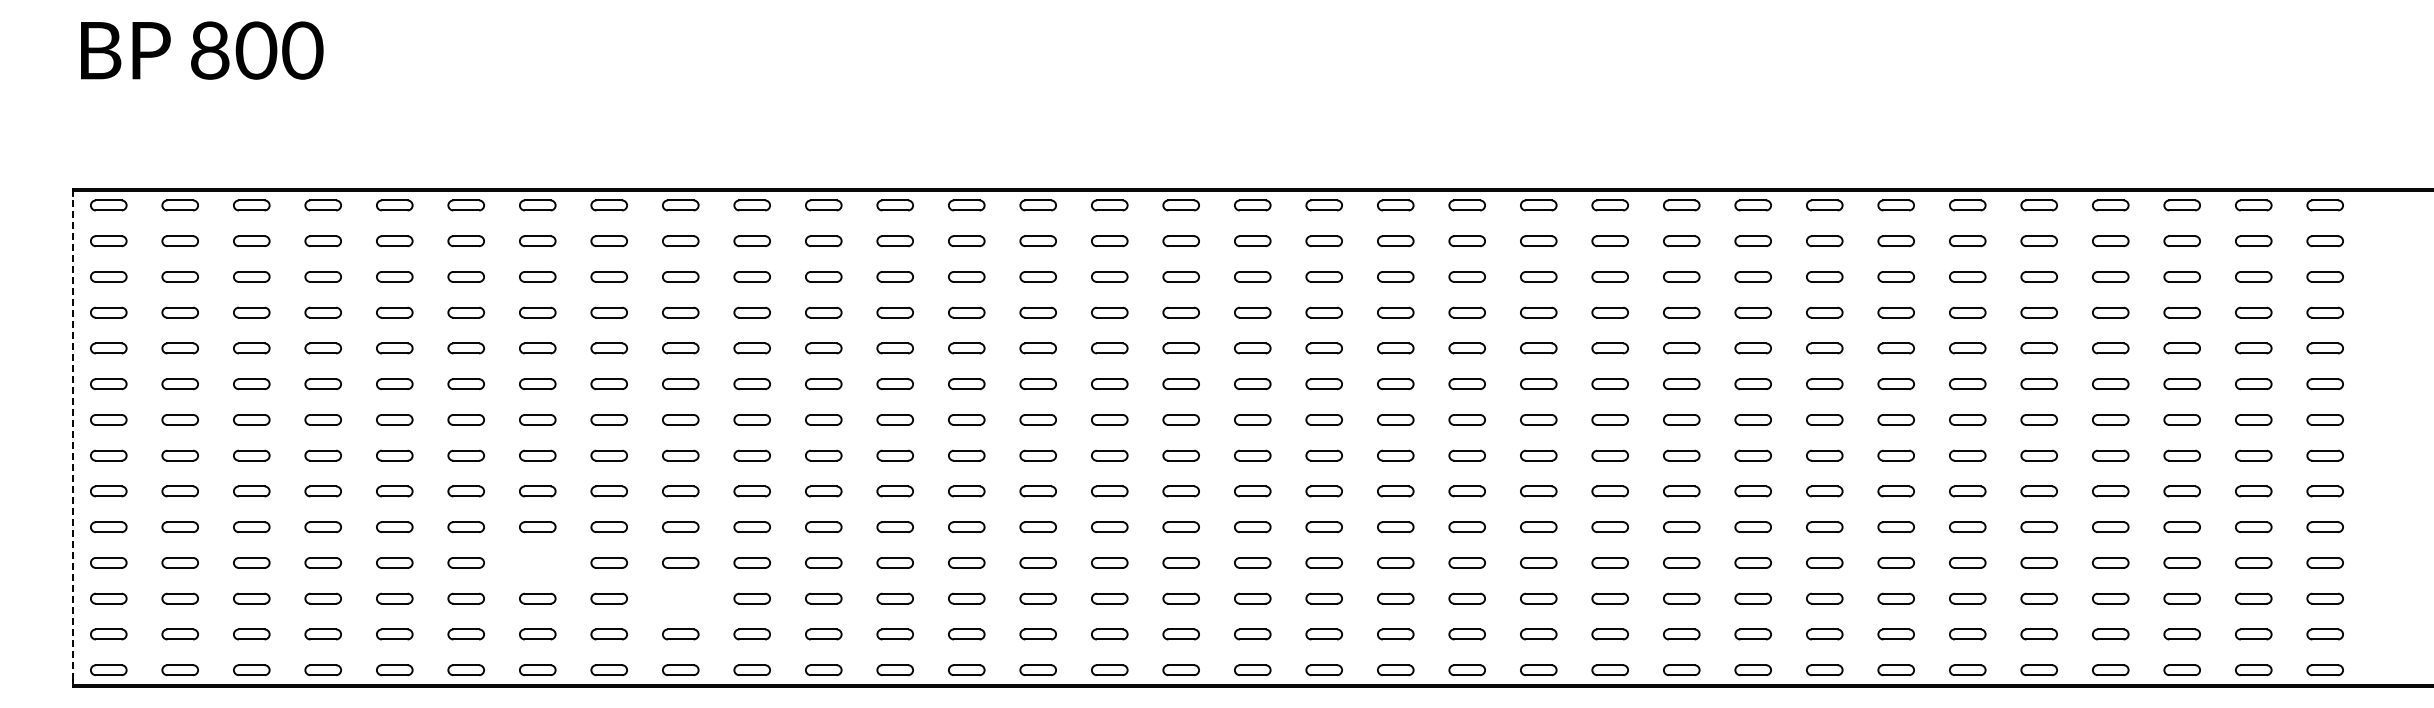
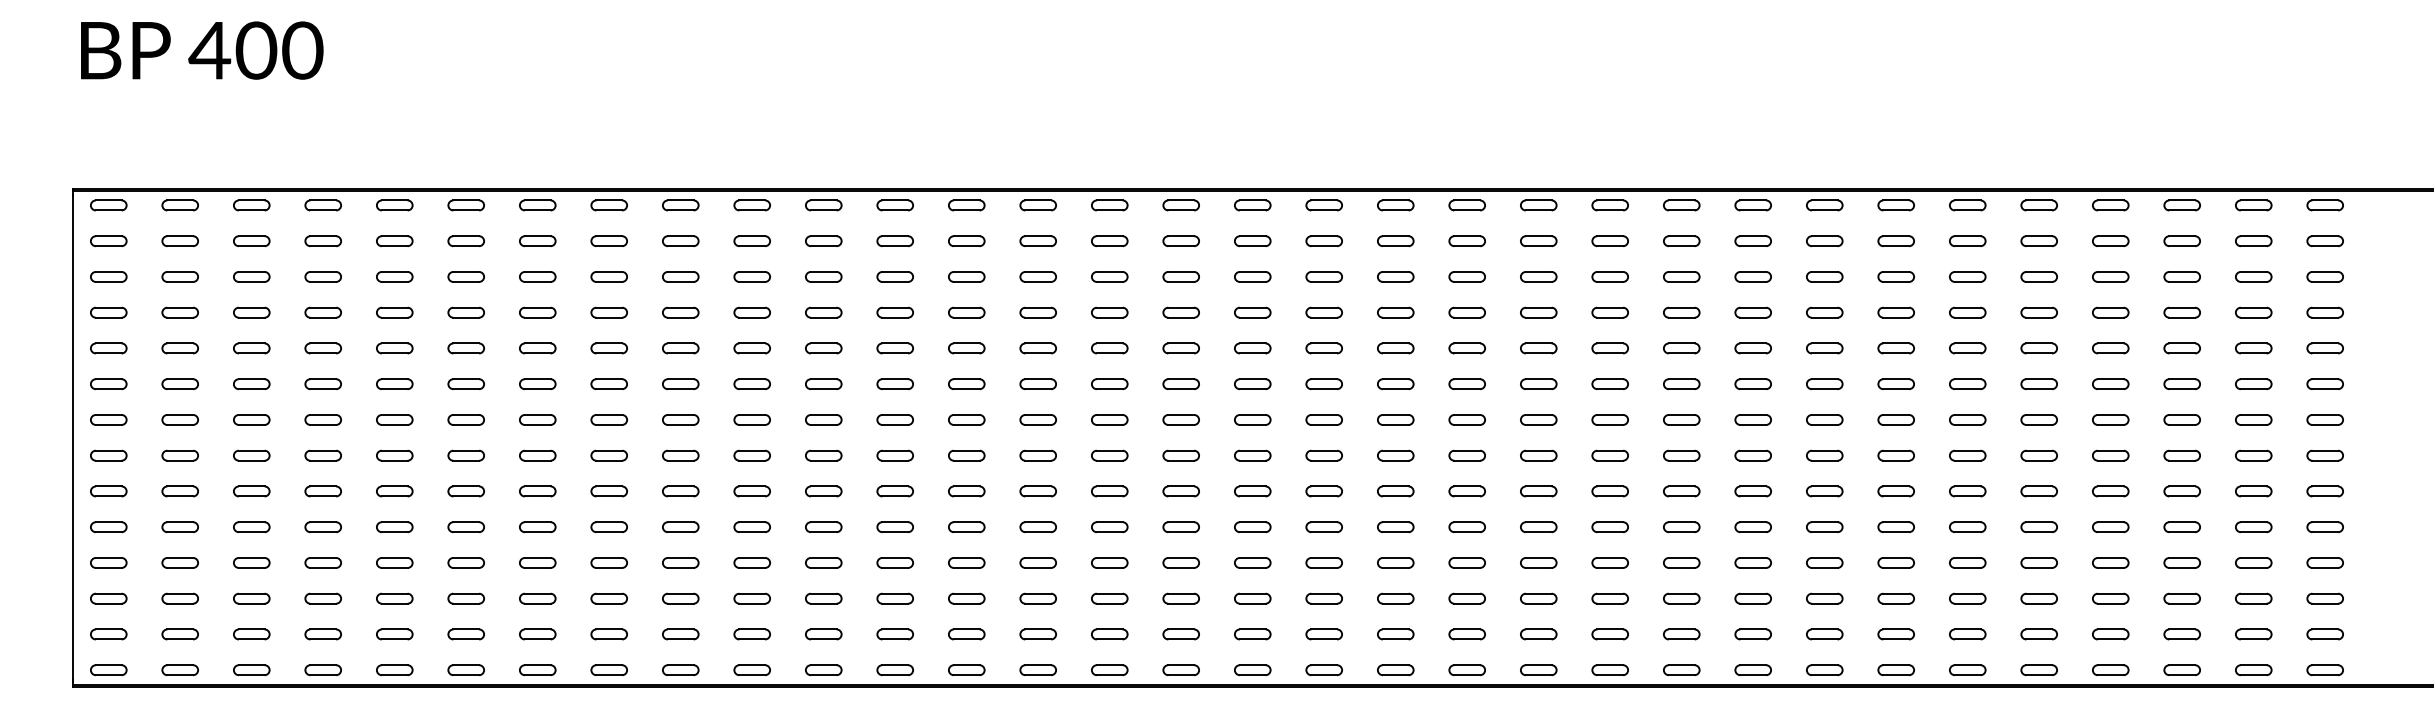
text at (209, 50): 800 -> 400
line at (73, 437): dashed -> solid
part at (537, 562): none -> present
part at (680, 598): none -> present
